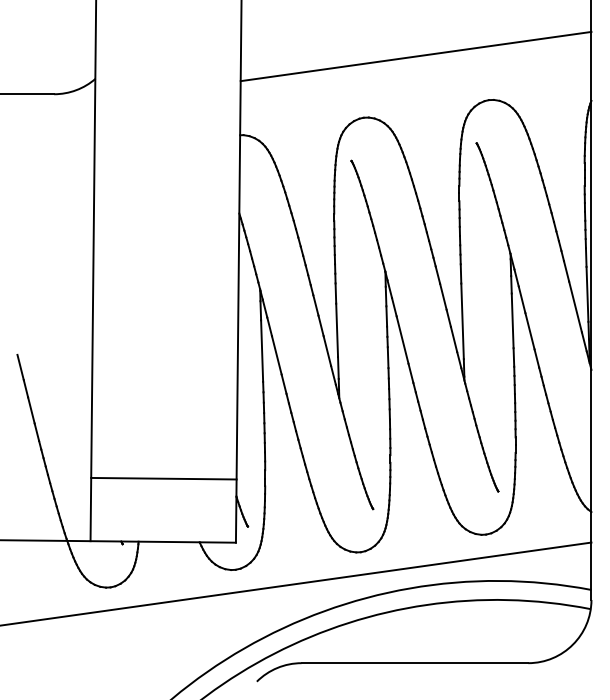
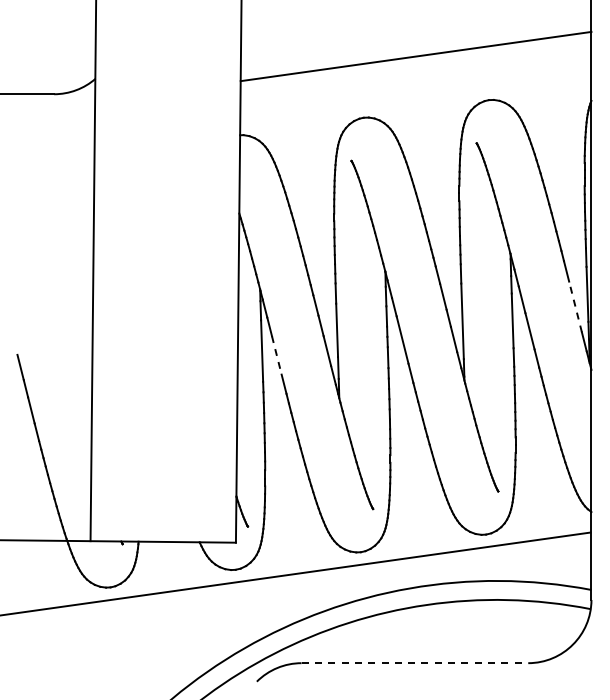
line at (575, 306): solid -> dashed
line at (276, 355): solid -> dashed
line at (163, 478): present -> none
line at (296, 583) position: (296, 583) -> (296, 573)
line at (415, 663): solid -> dashed
